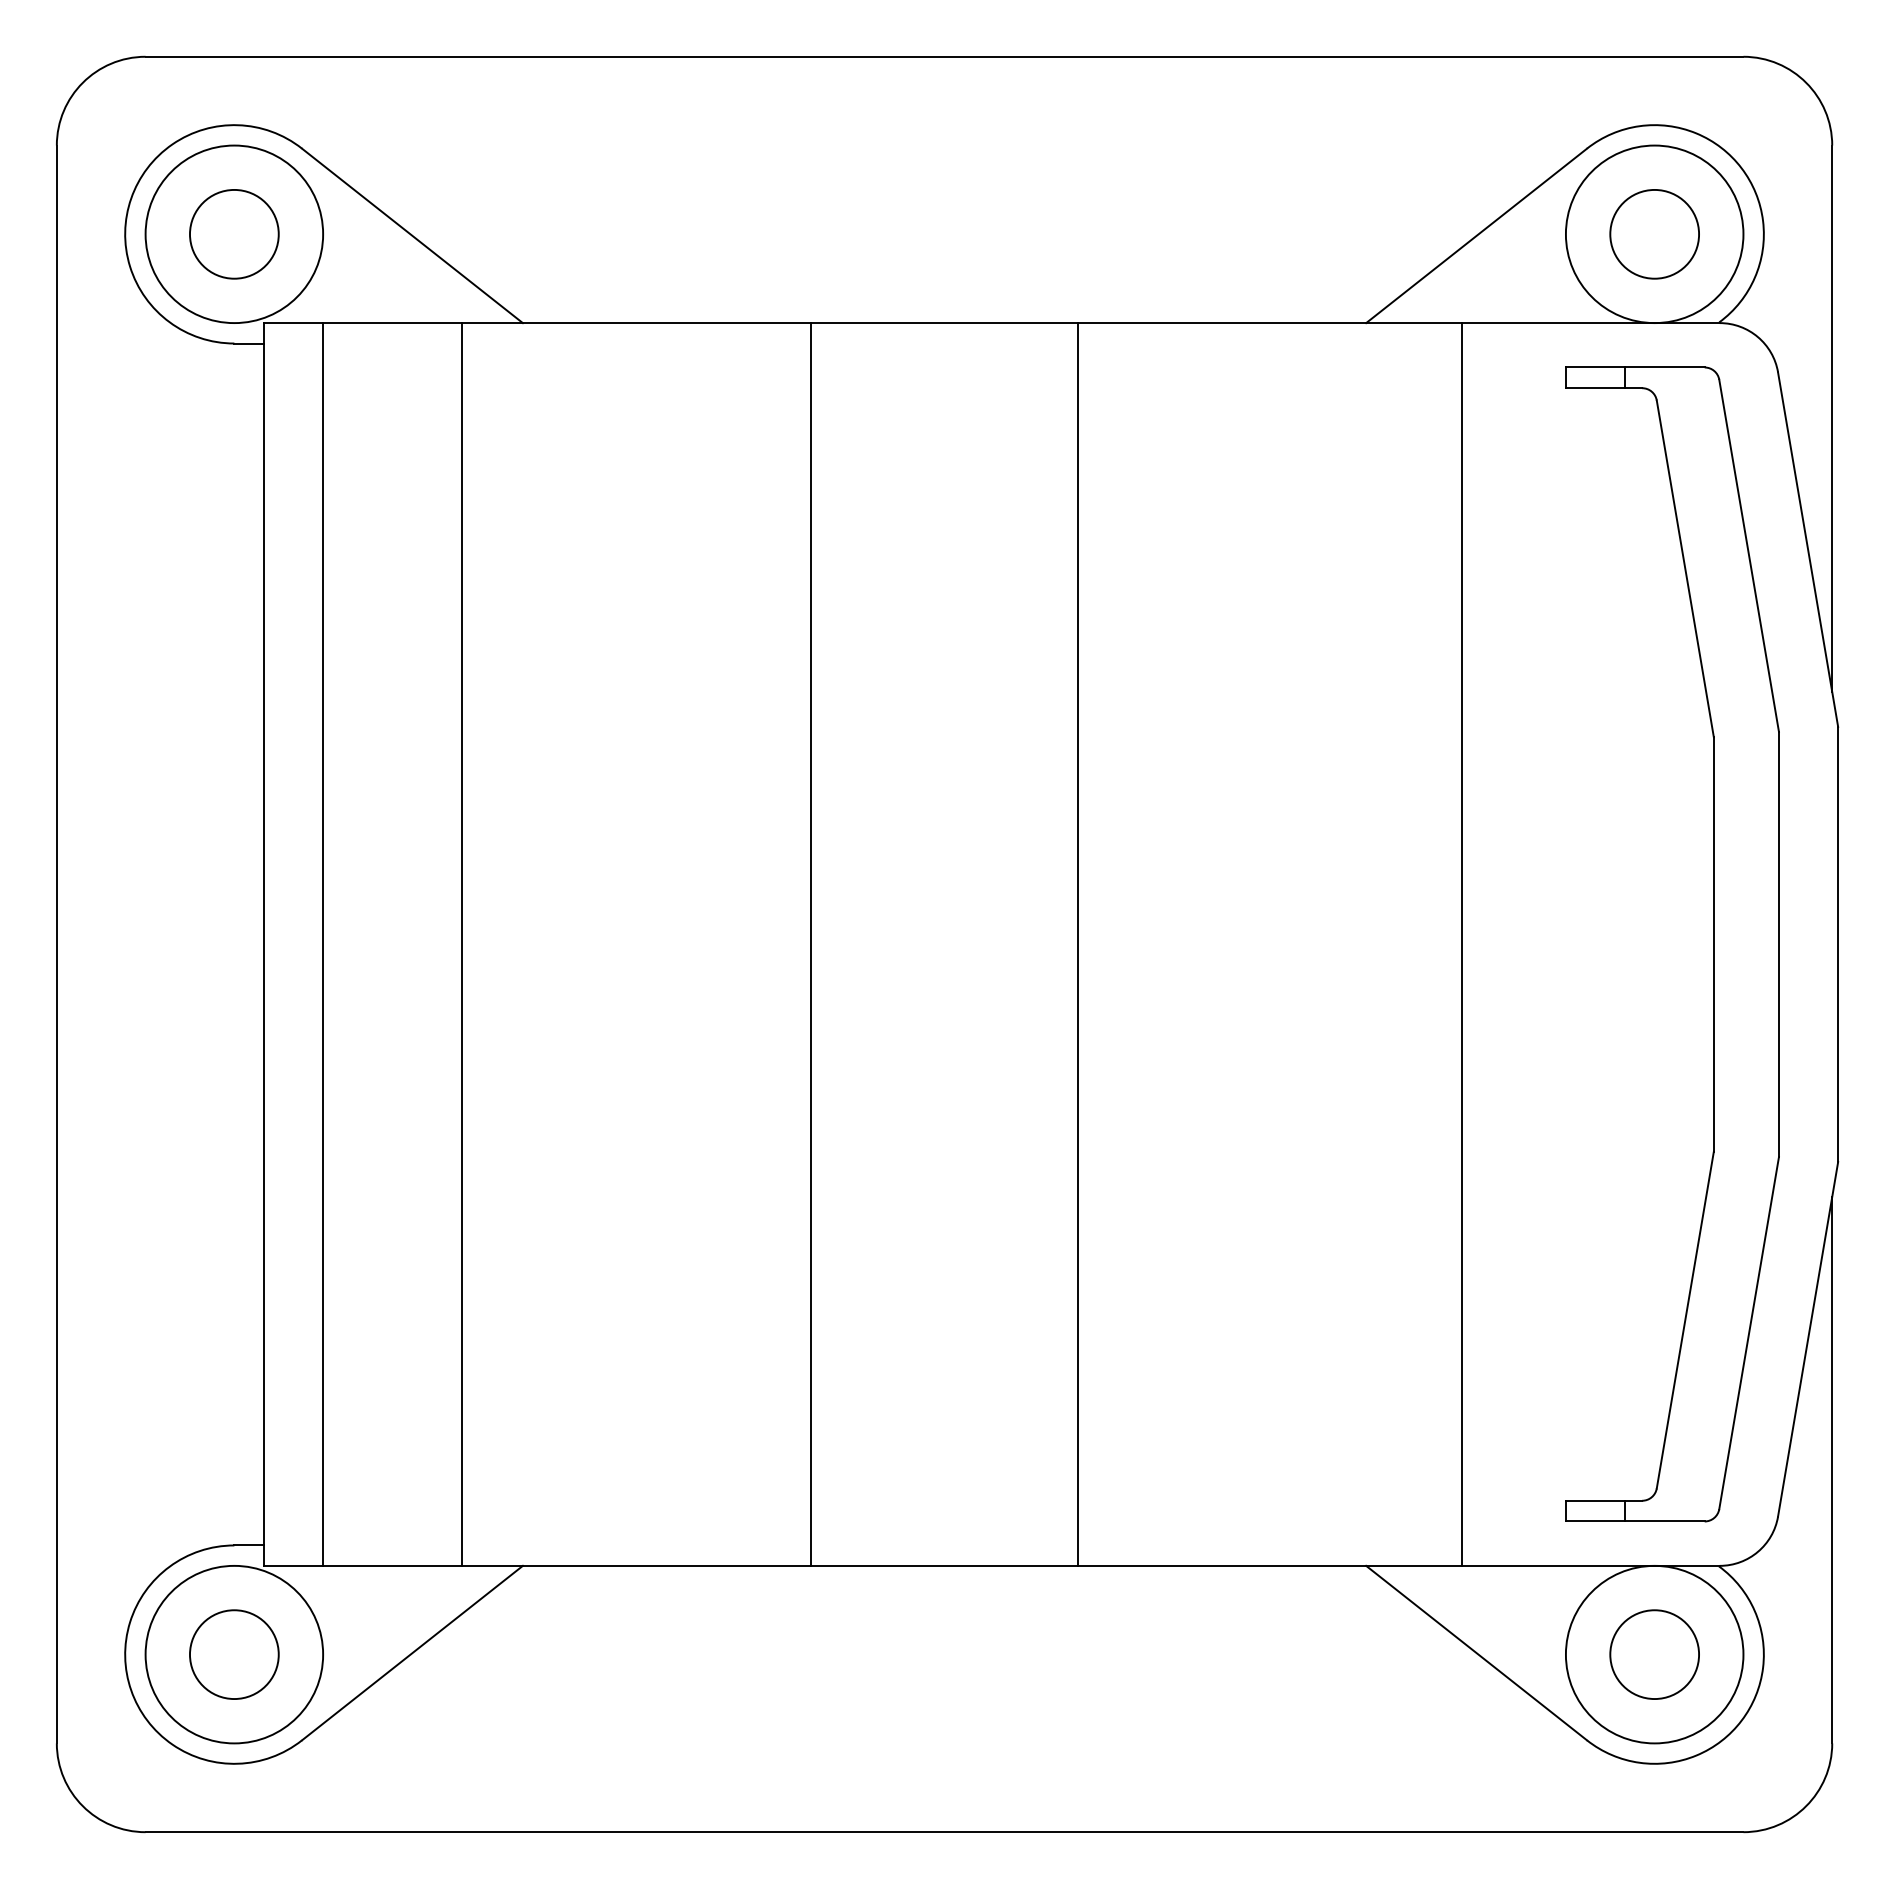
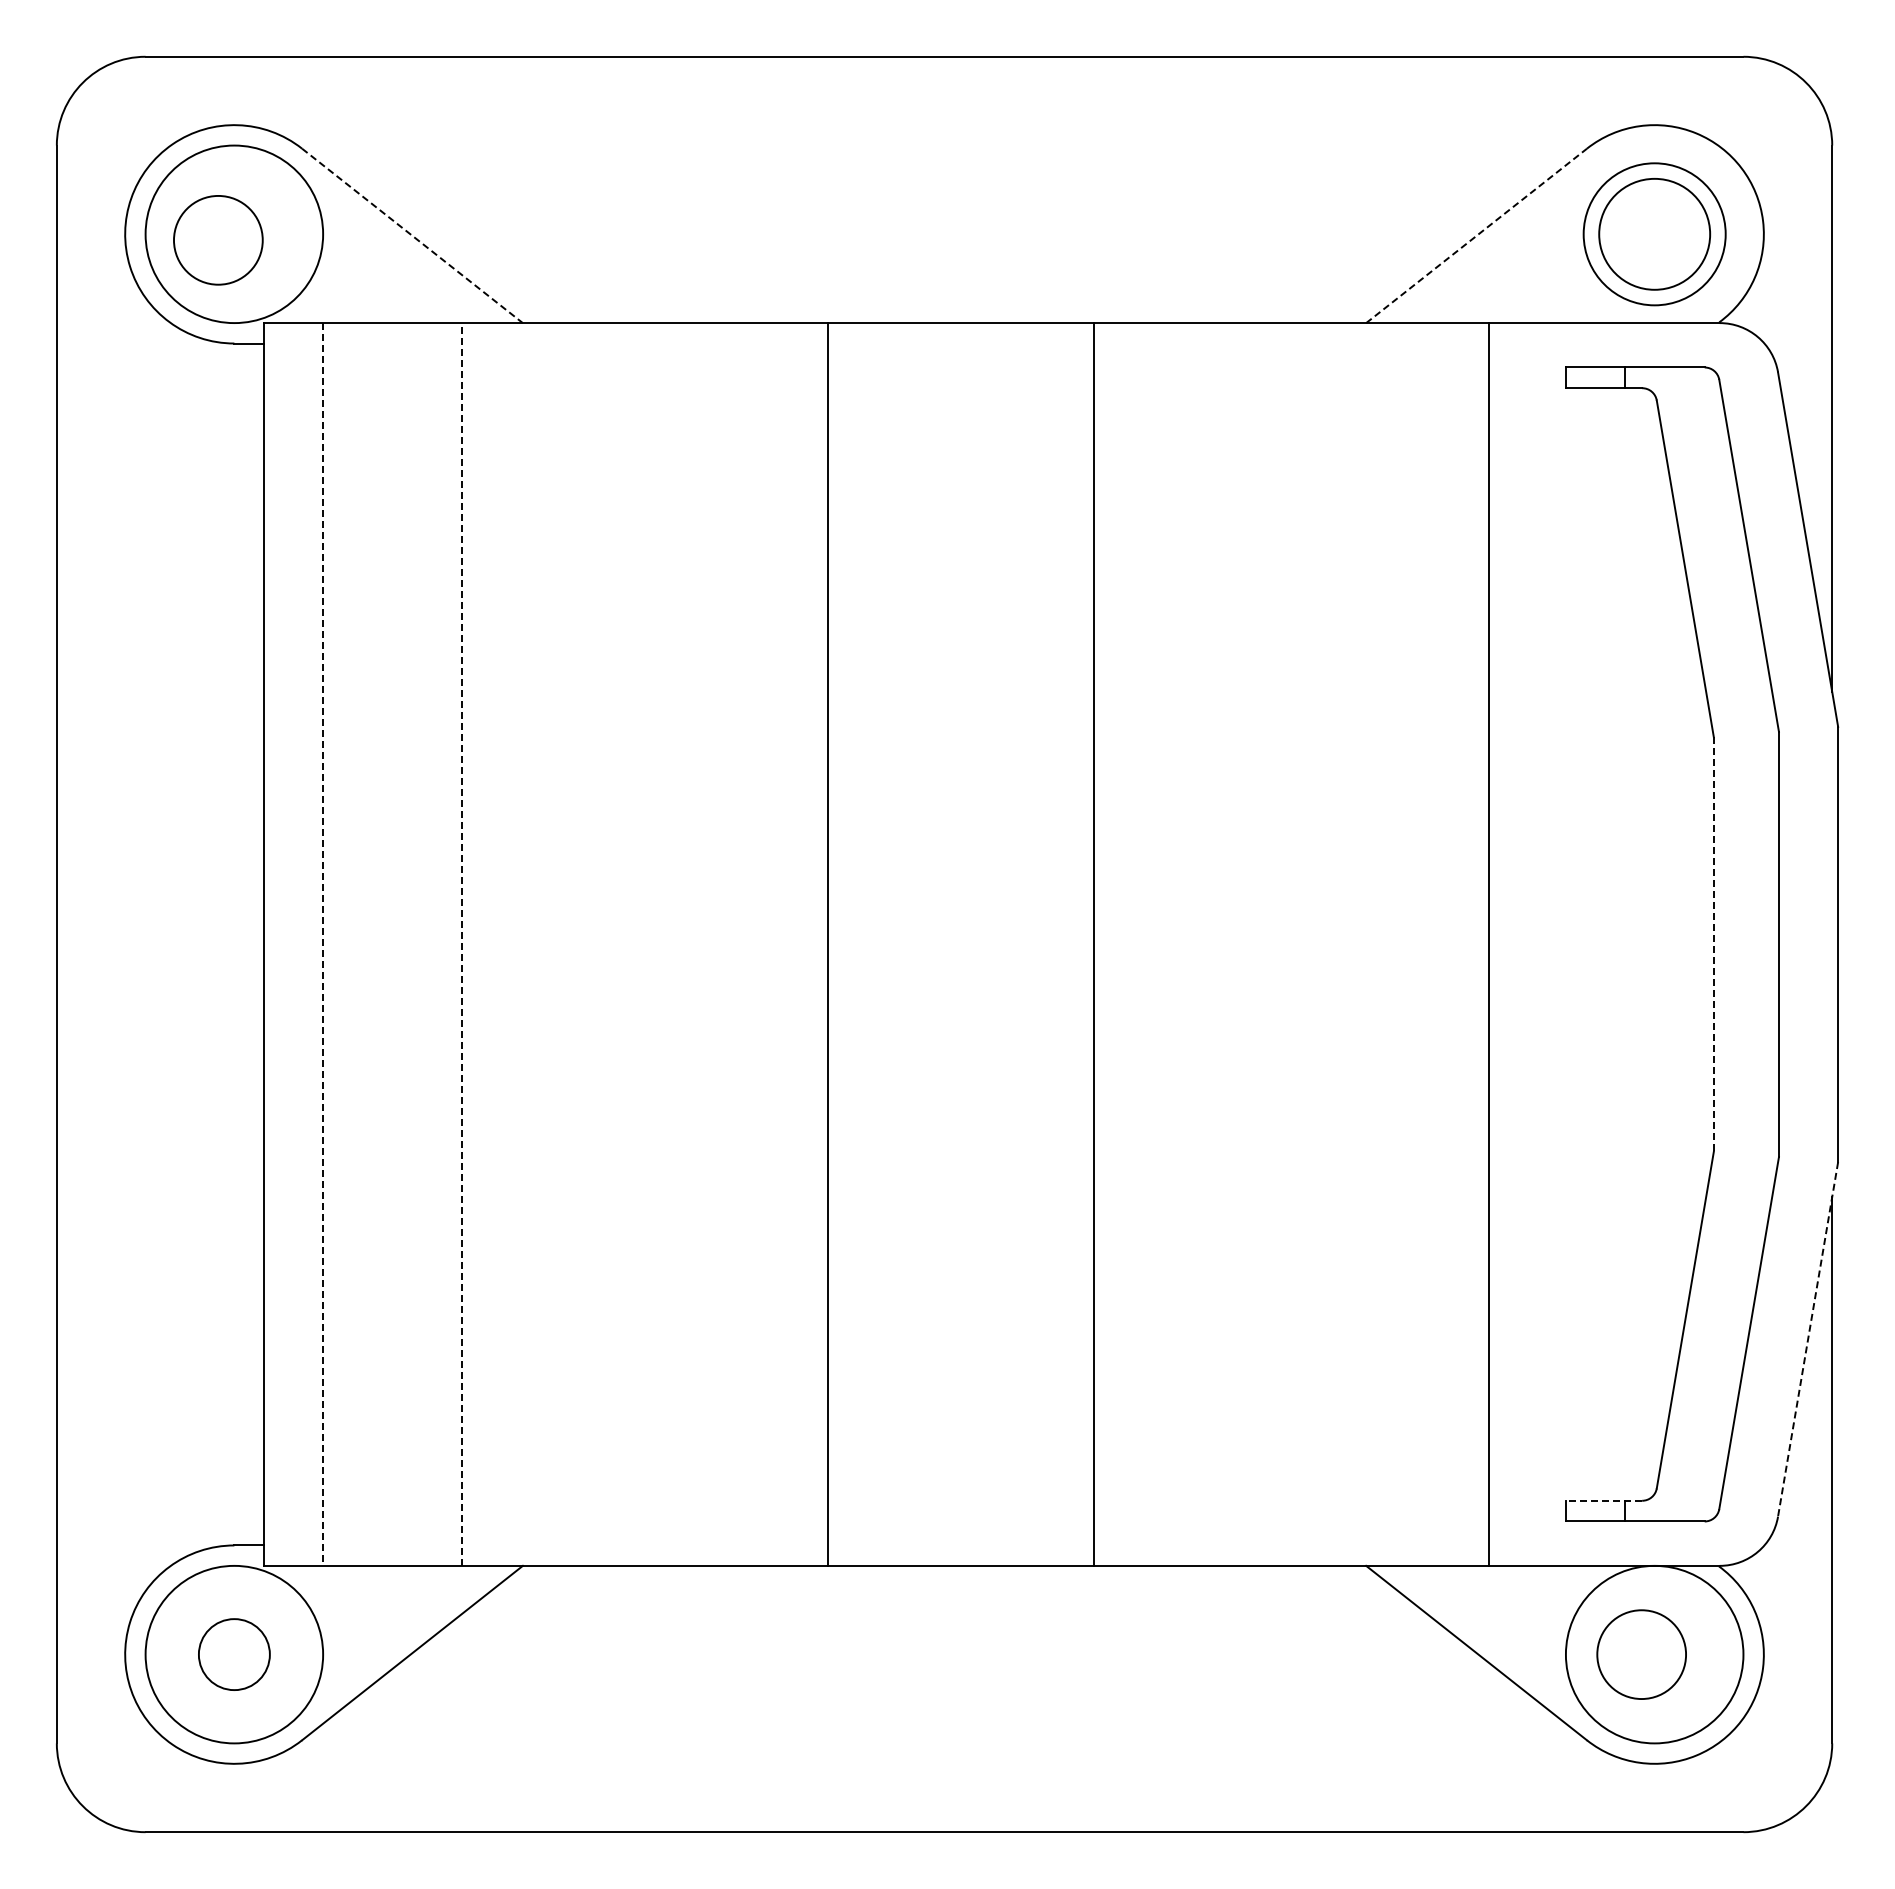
circle at (1654, 233) diameter: 89 px -> 111 px
circle at (234, 234) position: (234, 234) -> (218, 240)
circle at (1654, 234) diameter: 178 px -> 142 px
line at (412, 235): solid -> dashed
line at (1476, 235): solid -> dashed
line at (462, 943): solid -> dashed
line at (323, 944): solid -> dashed
line at (811, 944) position: (811, 944) -> (828, 944)
line at (1077, 944) position: (1077, 944) -> (1093, 944)
line at (1462, 944) position: (1462, 944) -> (1489, 944)
line at (1713, 944): solid -> dashed
line at (1808, 1339): solid -> dashed
line at (1603, 1500): solid -> dashed
circle at (234, 1654) size: 91x91 px -> 73x73 px
circle at (1654, 1654) position: (1654, 1654) -> (1641, 1654)
